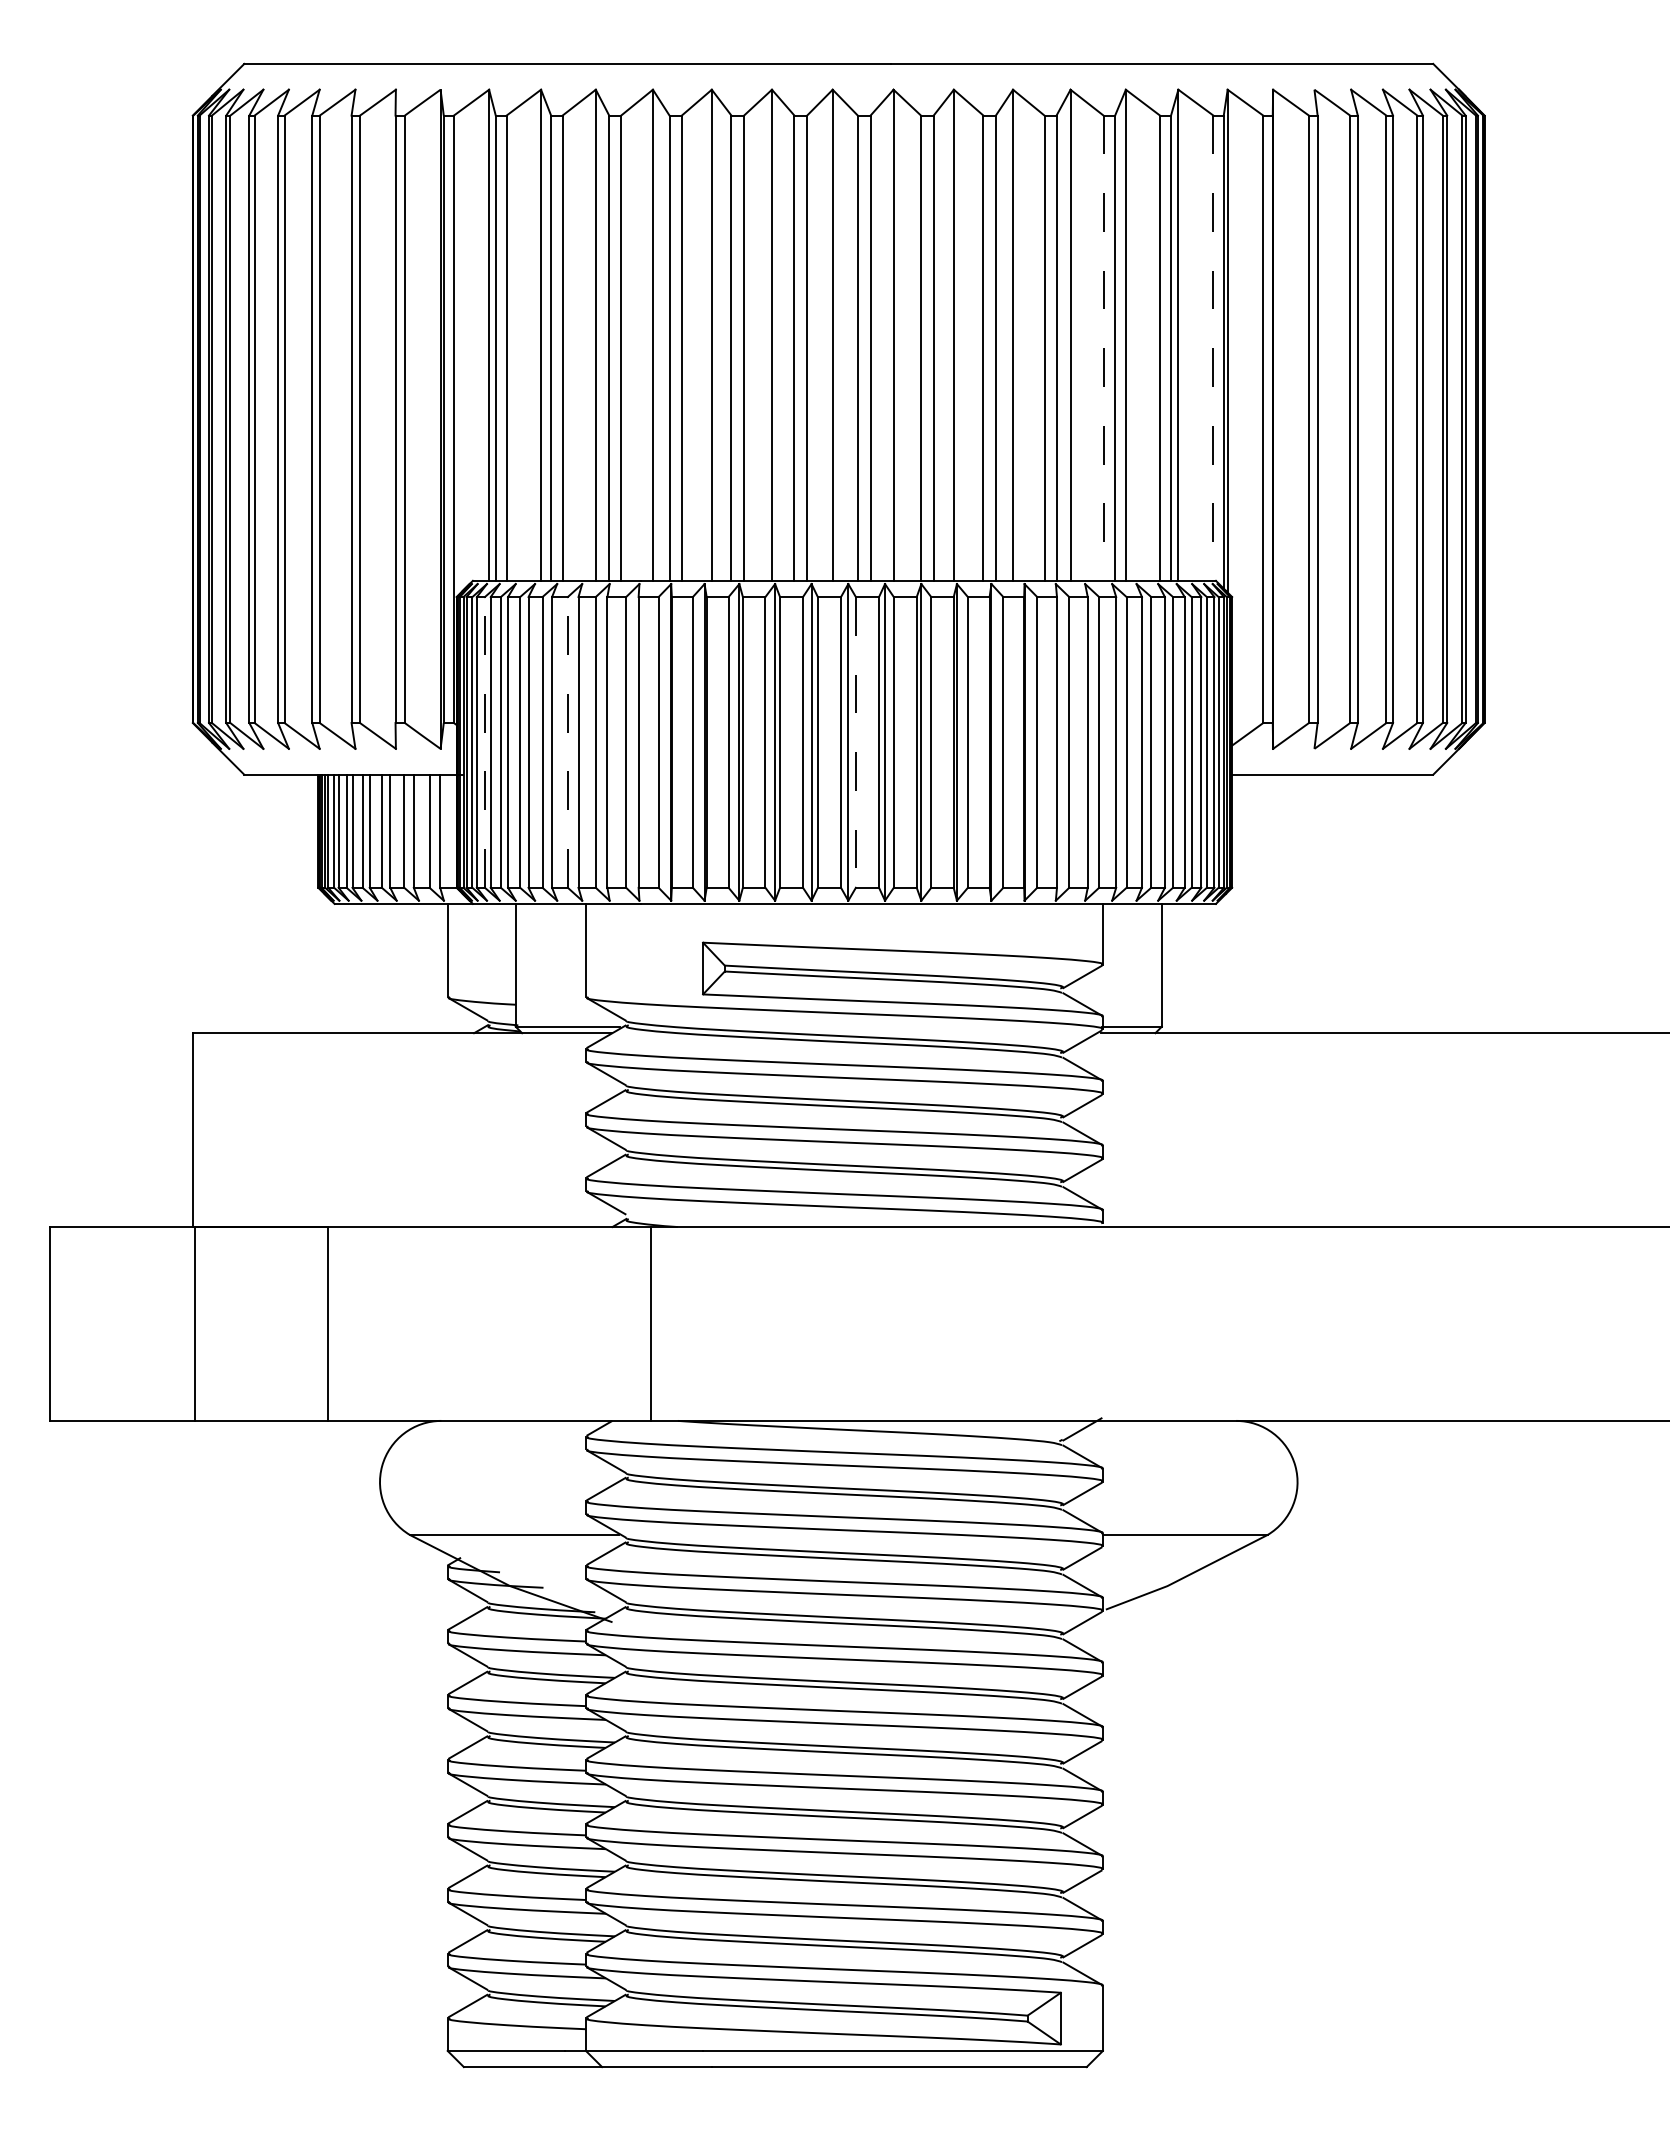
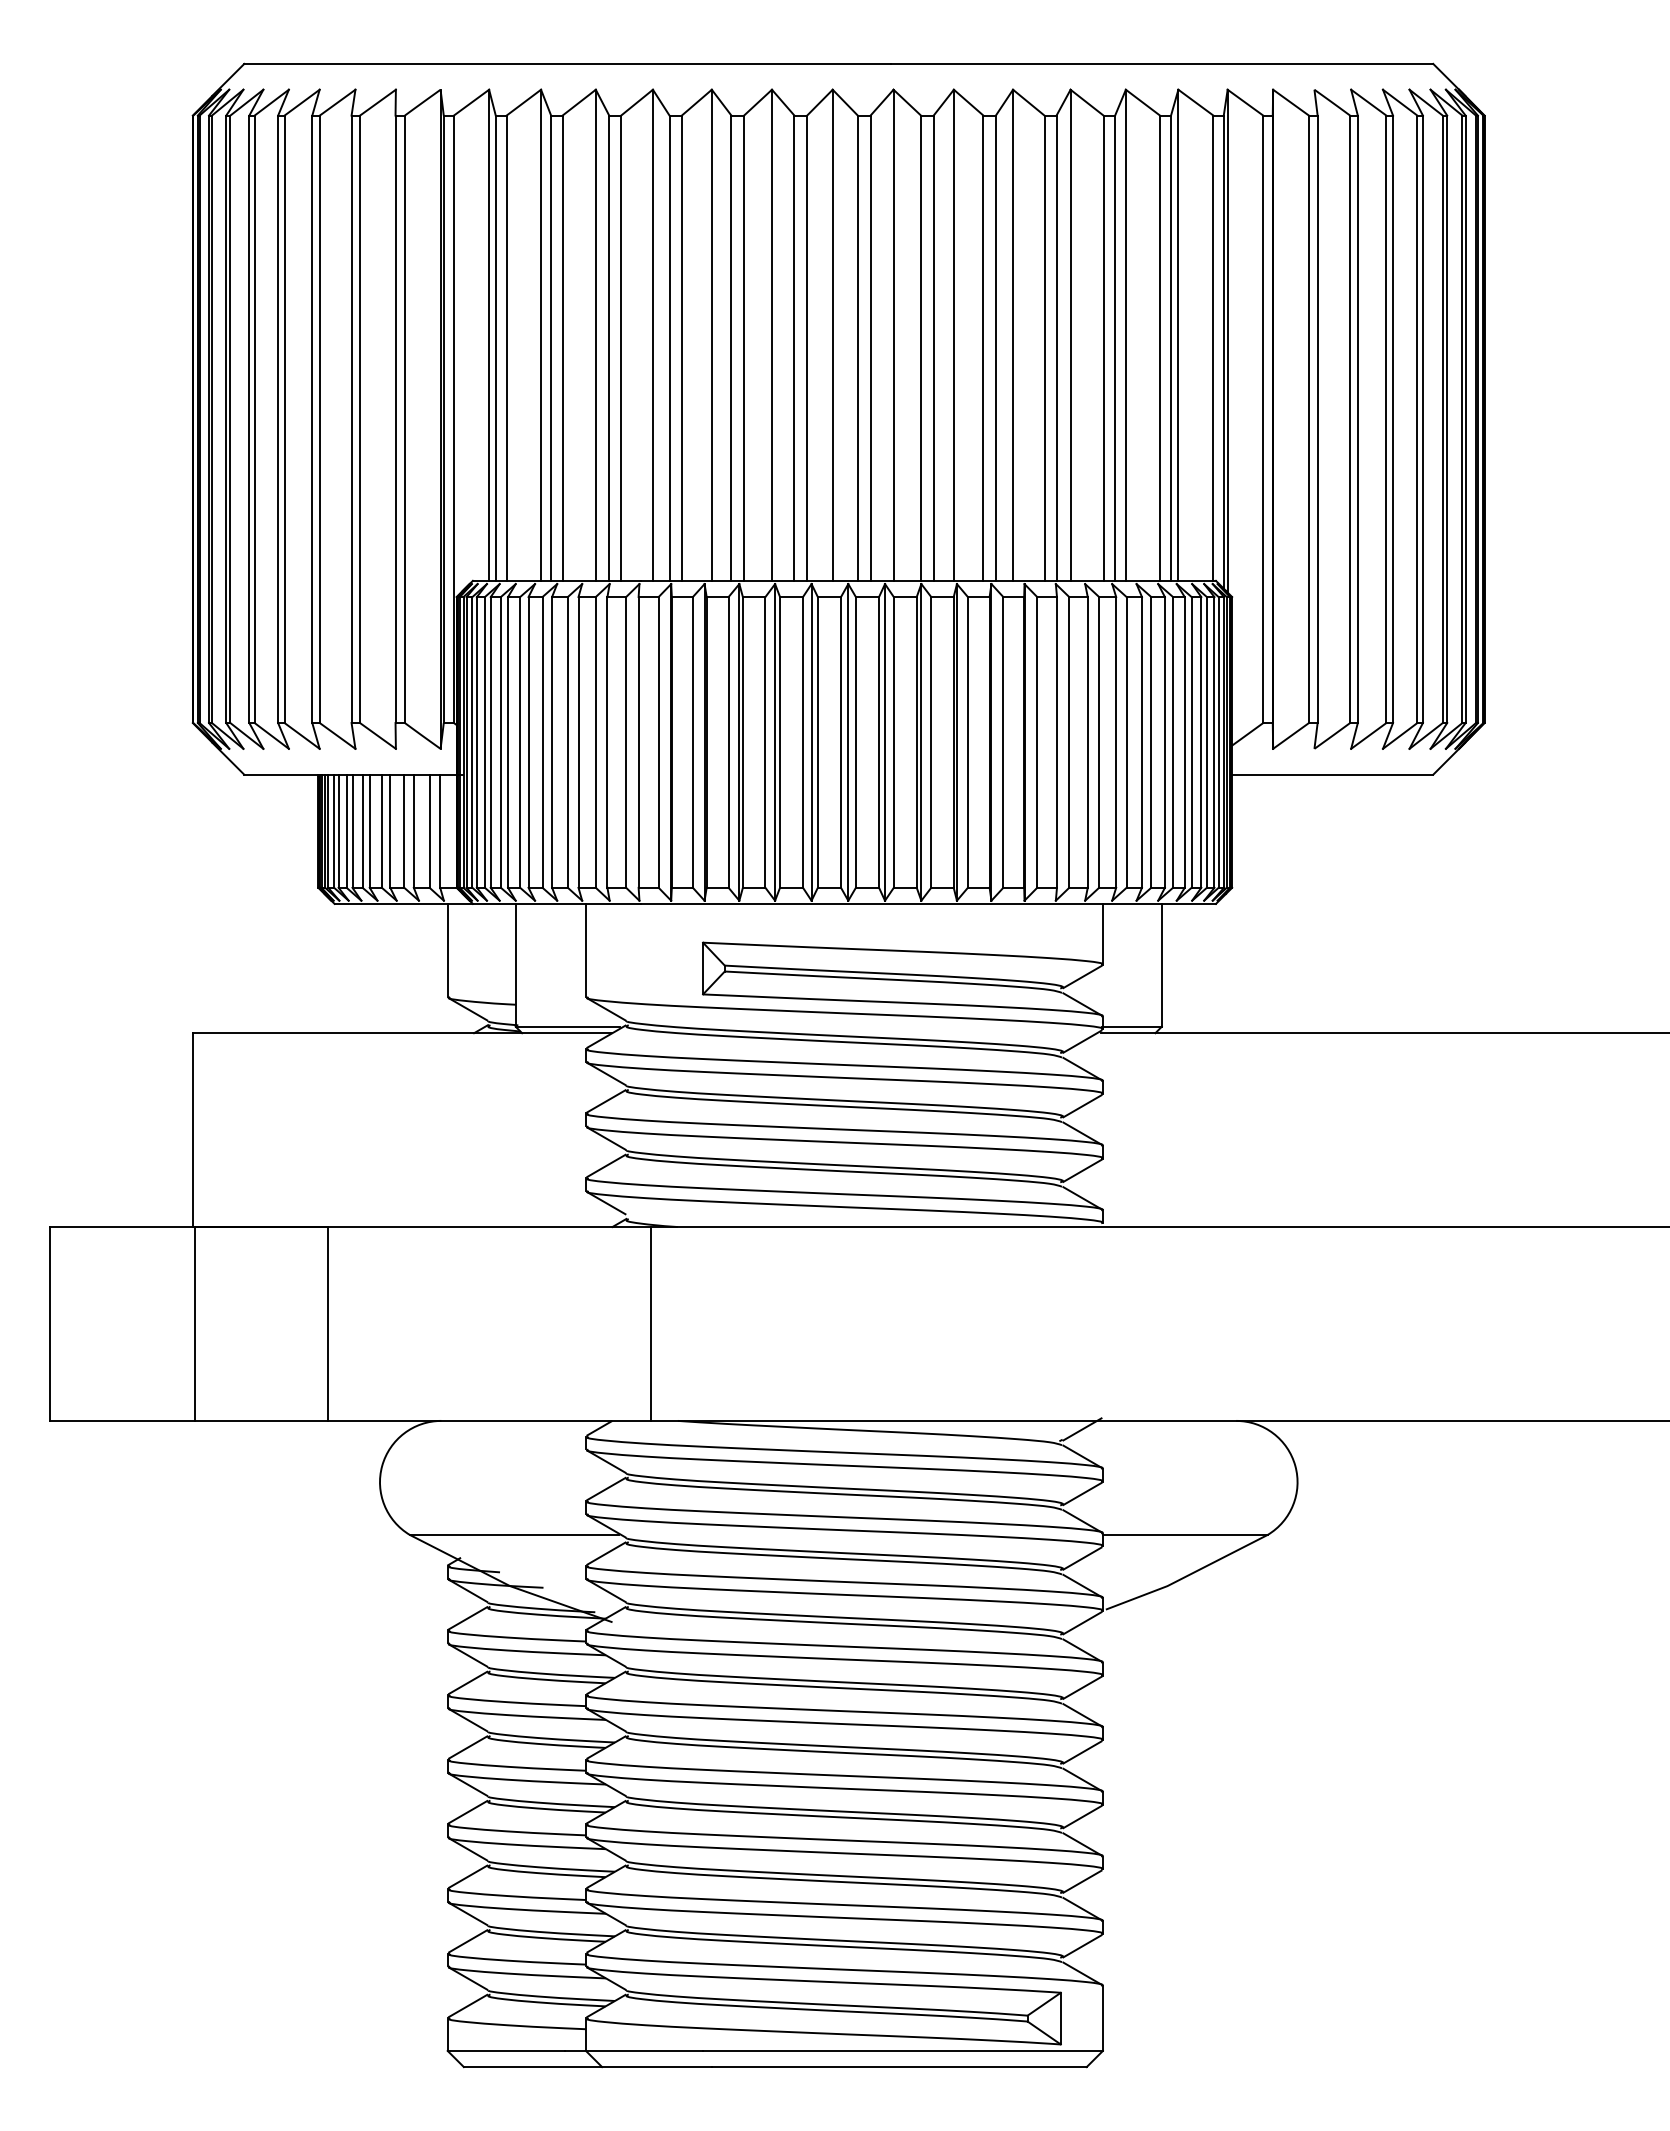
line at (1103, 348): dashed -> solid
line at (1213, 348): dashed -> solid
line at (484, 741): dashed -> solid
line at (567, 741): dashed -> solid
line at (855, 742): dashed -> solid
